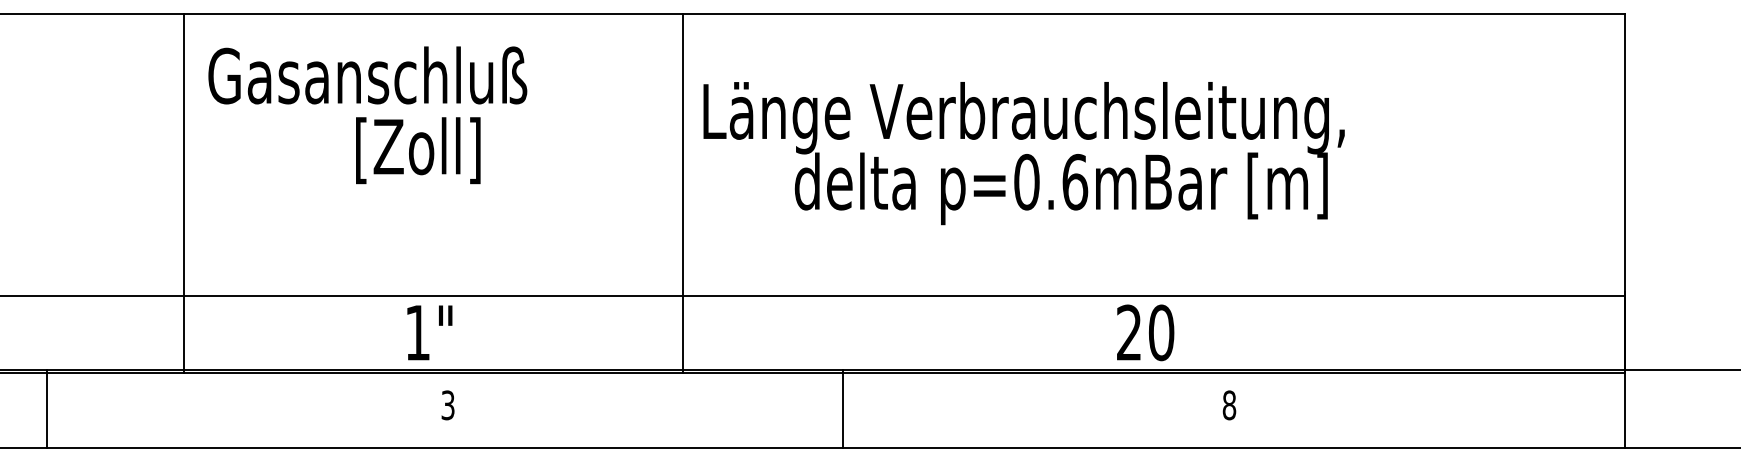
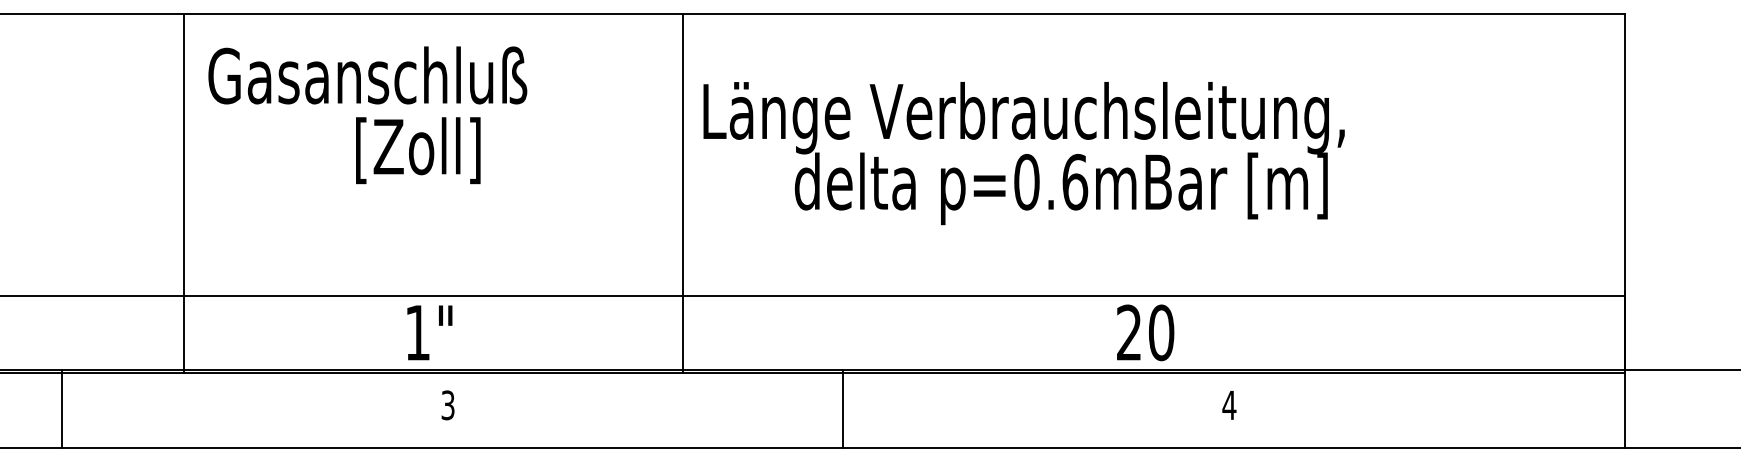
text at (1229, 405): 8 -> 4
line at (47, 409) position: (47, 409) -> (62, 409)
